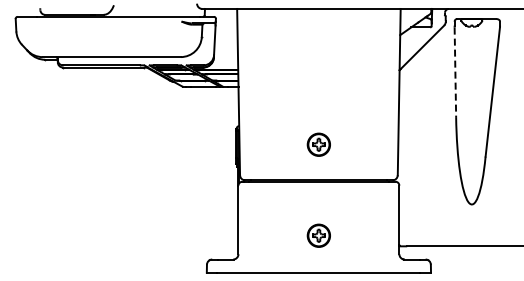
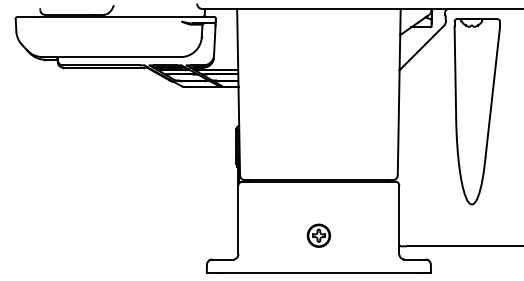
line at (455, 72): dashed -> solid
part at (318, 144): present -> none
